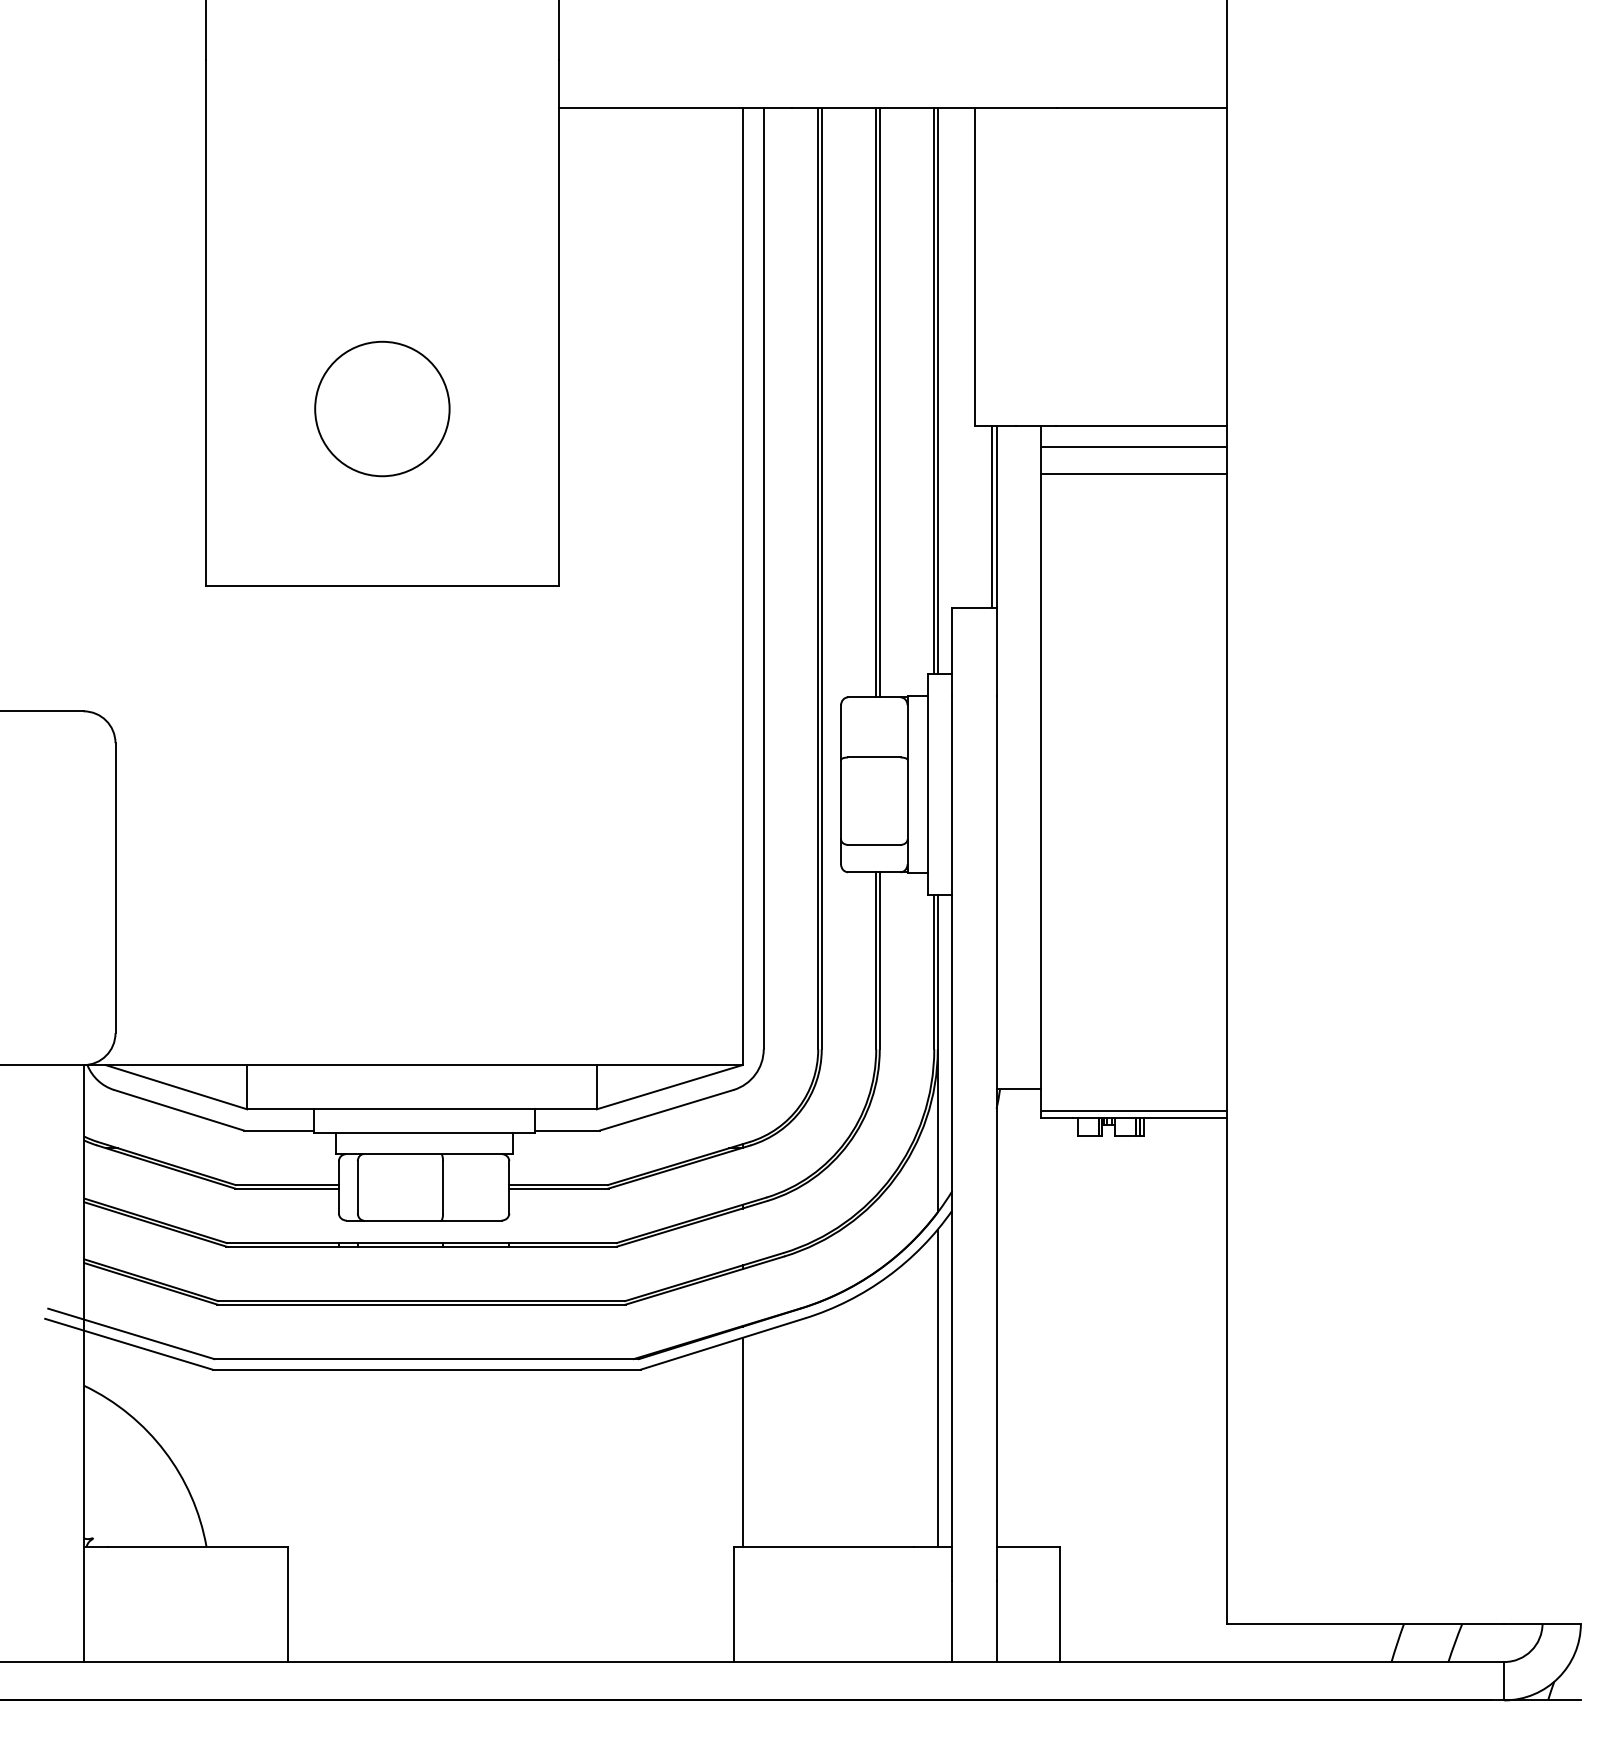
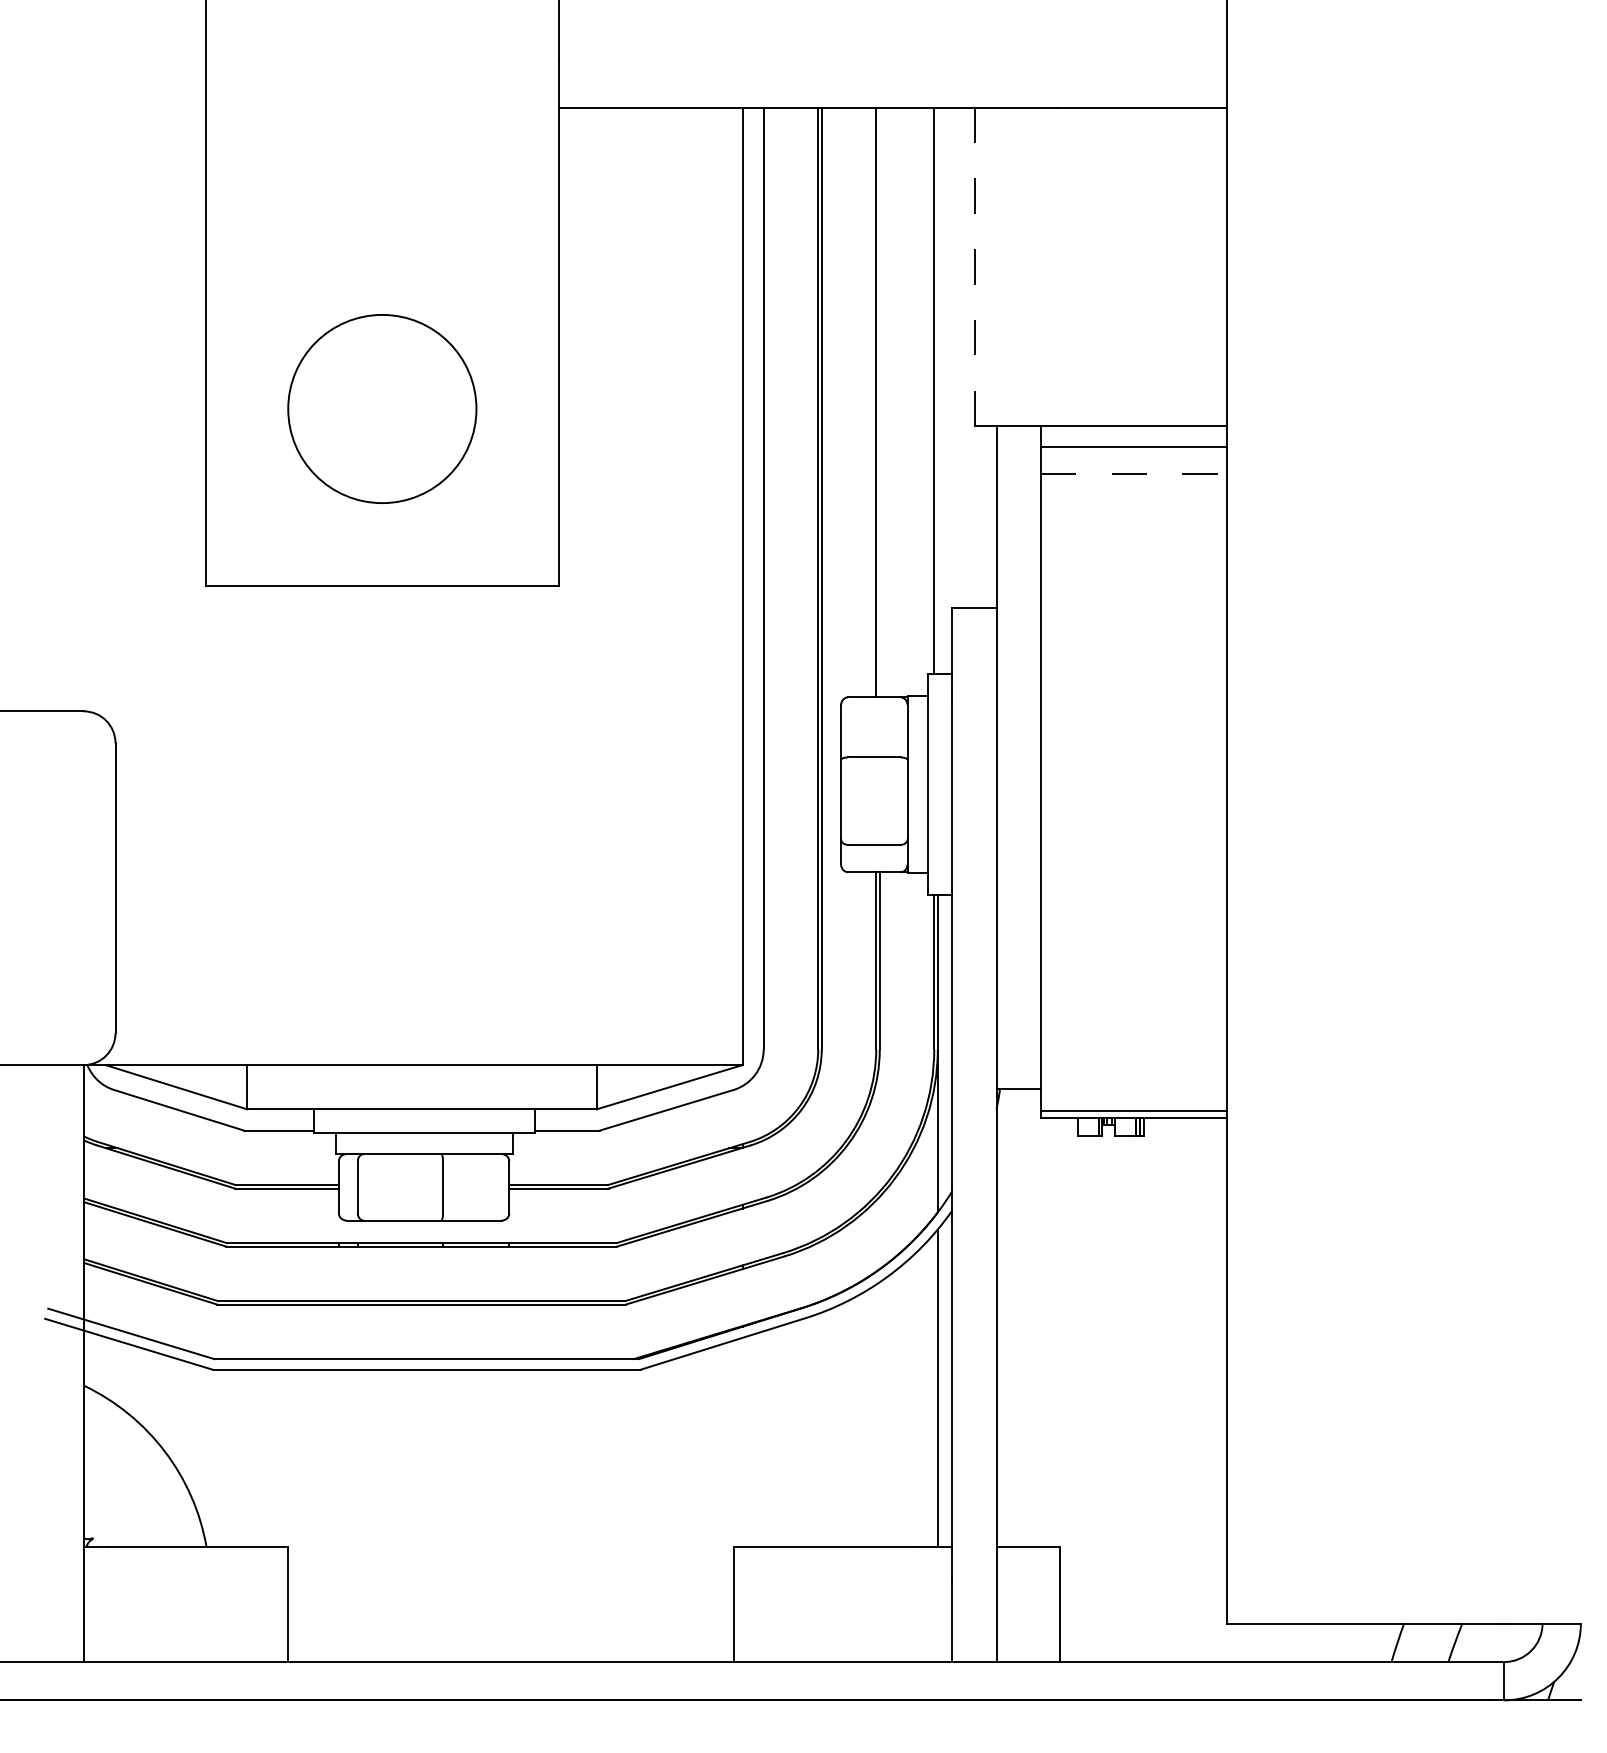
line at (975, 267): solid -> dashed
line at (937, 390): present -> none
line at (879, 402): present -> none
circle at (382, 408) size: 137x138 px -> 191x190 px
line at (1134, 474): solid -> dashed
line at (992, 516): present -> none
line at (742, 1441): present -> none
